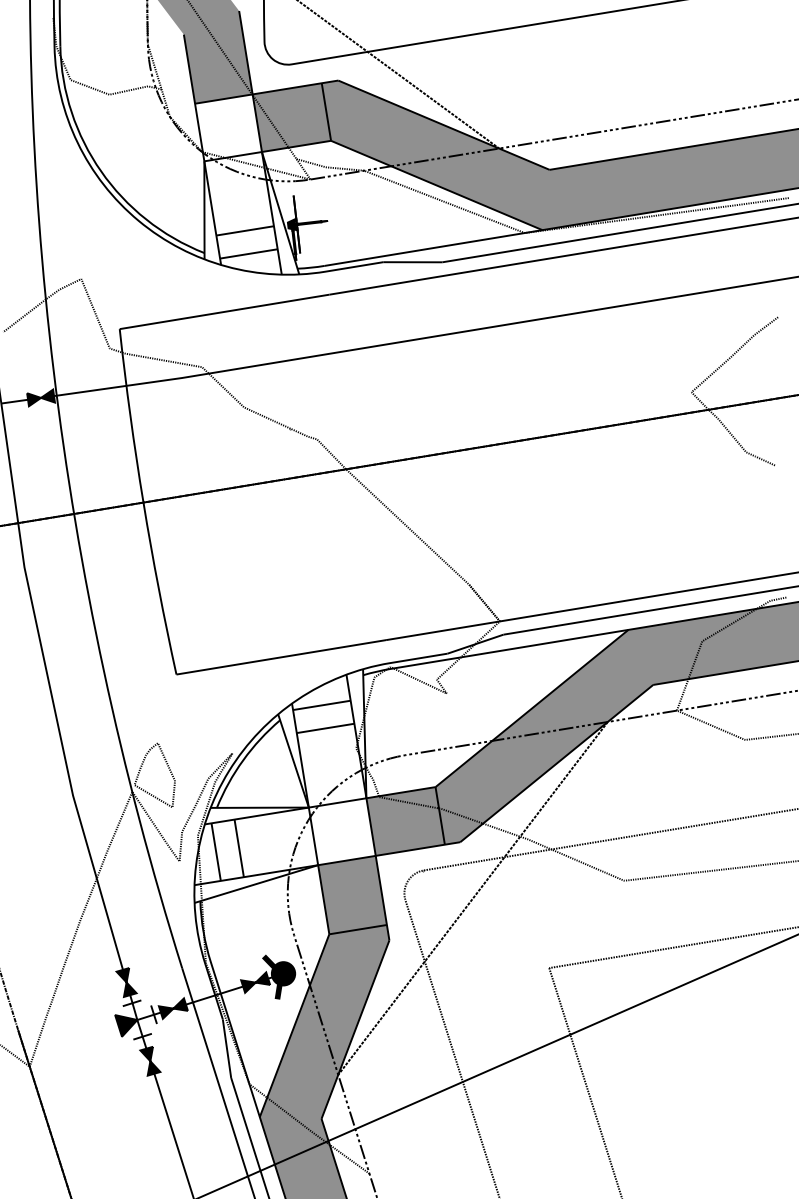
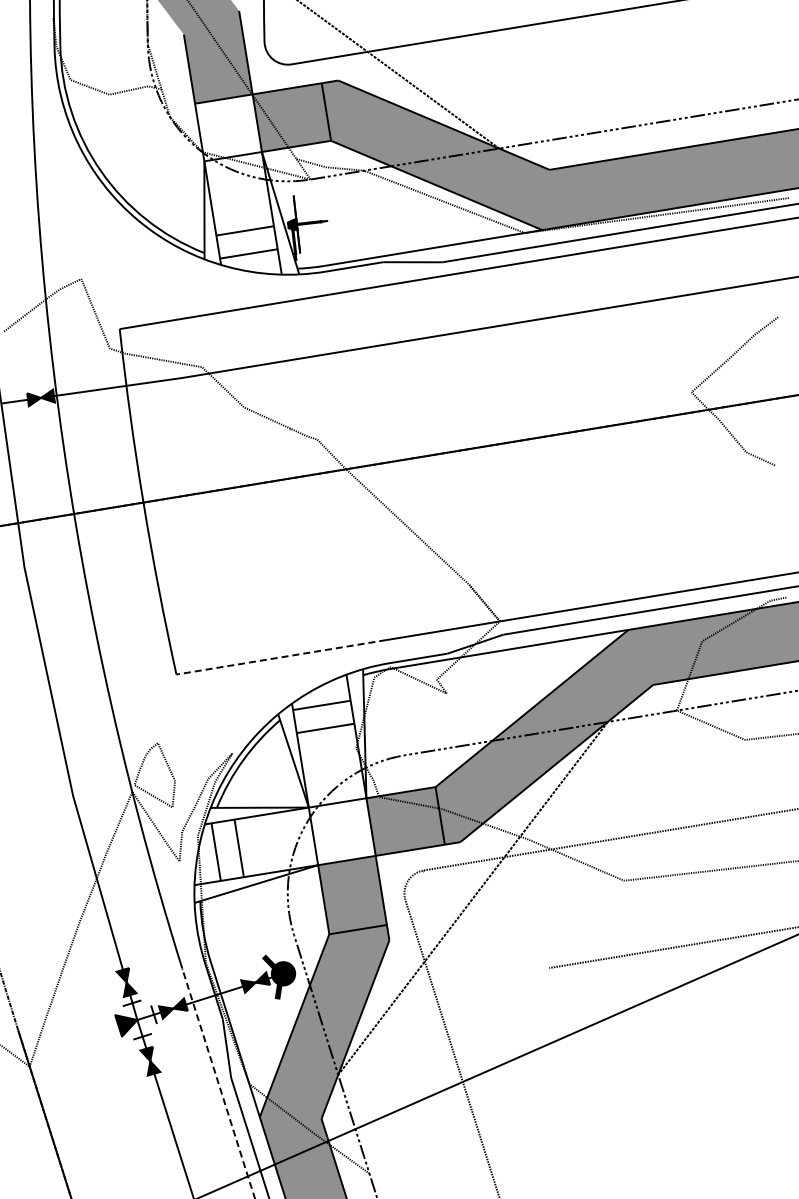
line at (280, 657): solid -> dashed
line at (217, 1080): solid -> dashed
line at (585, 1081): present -> none
